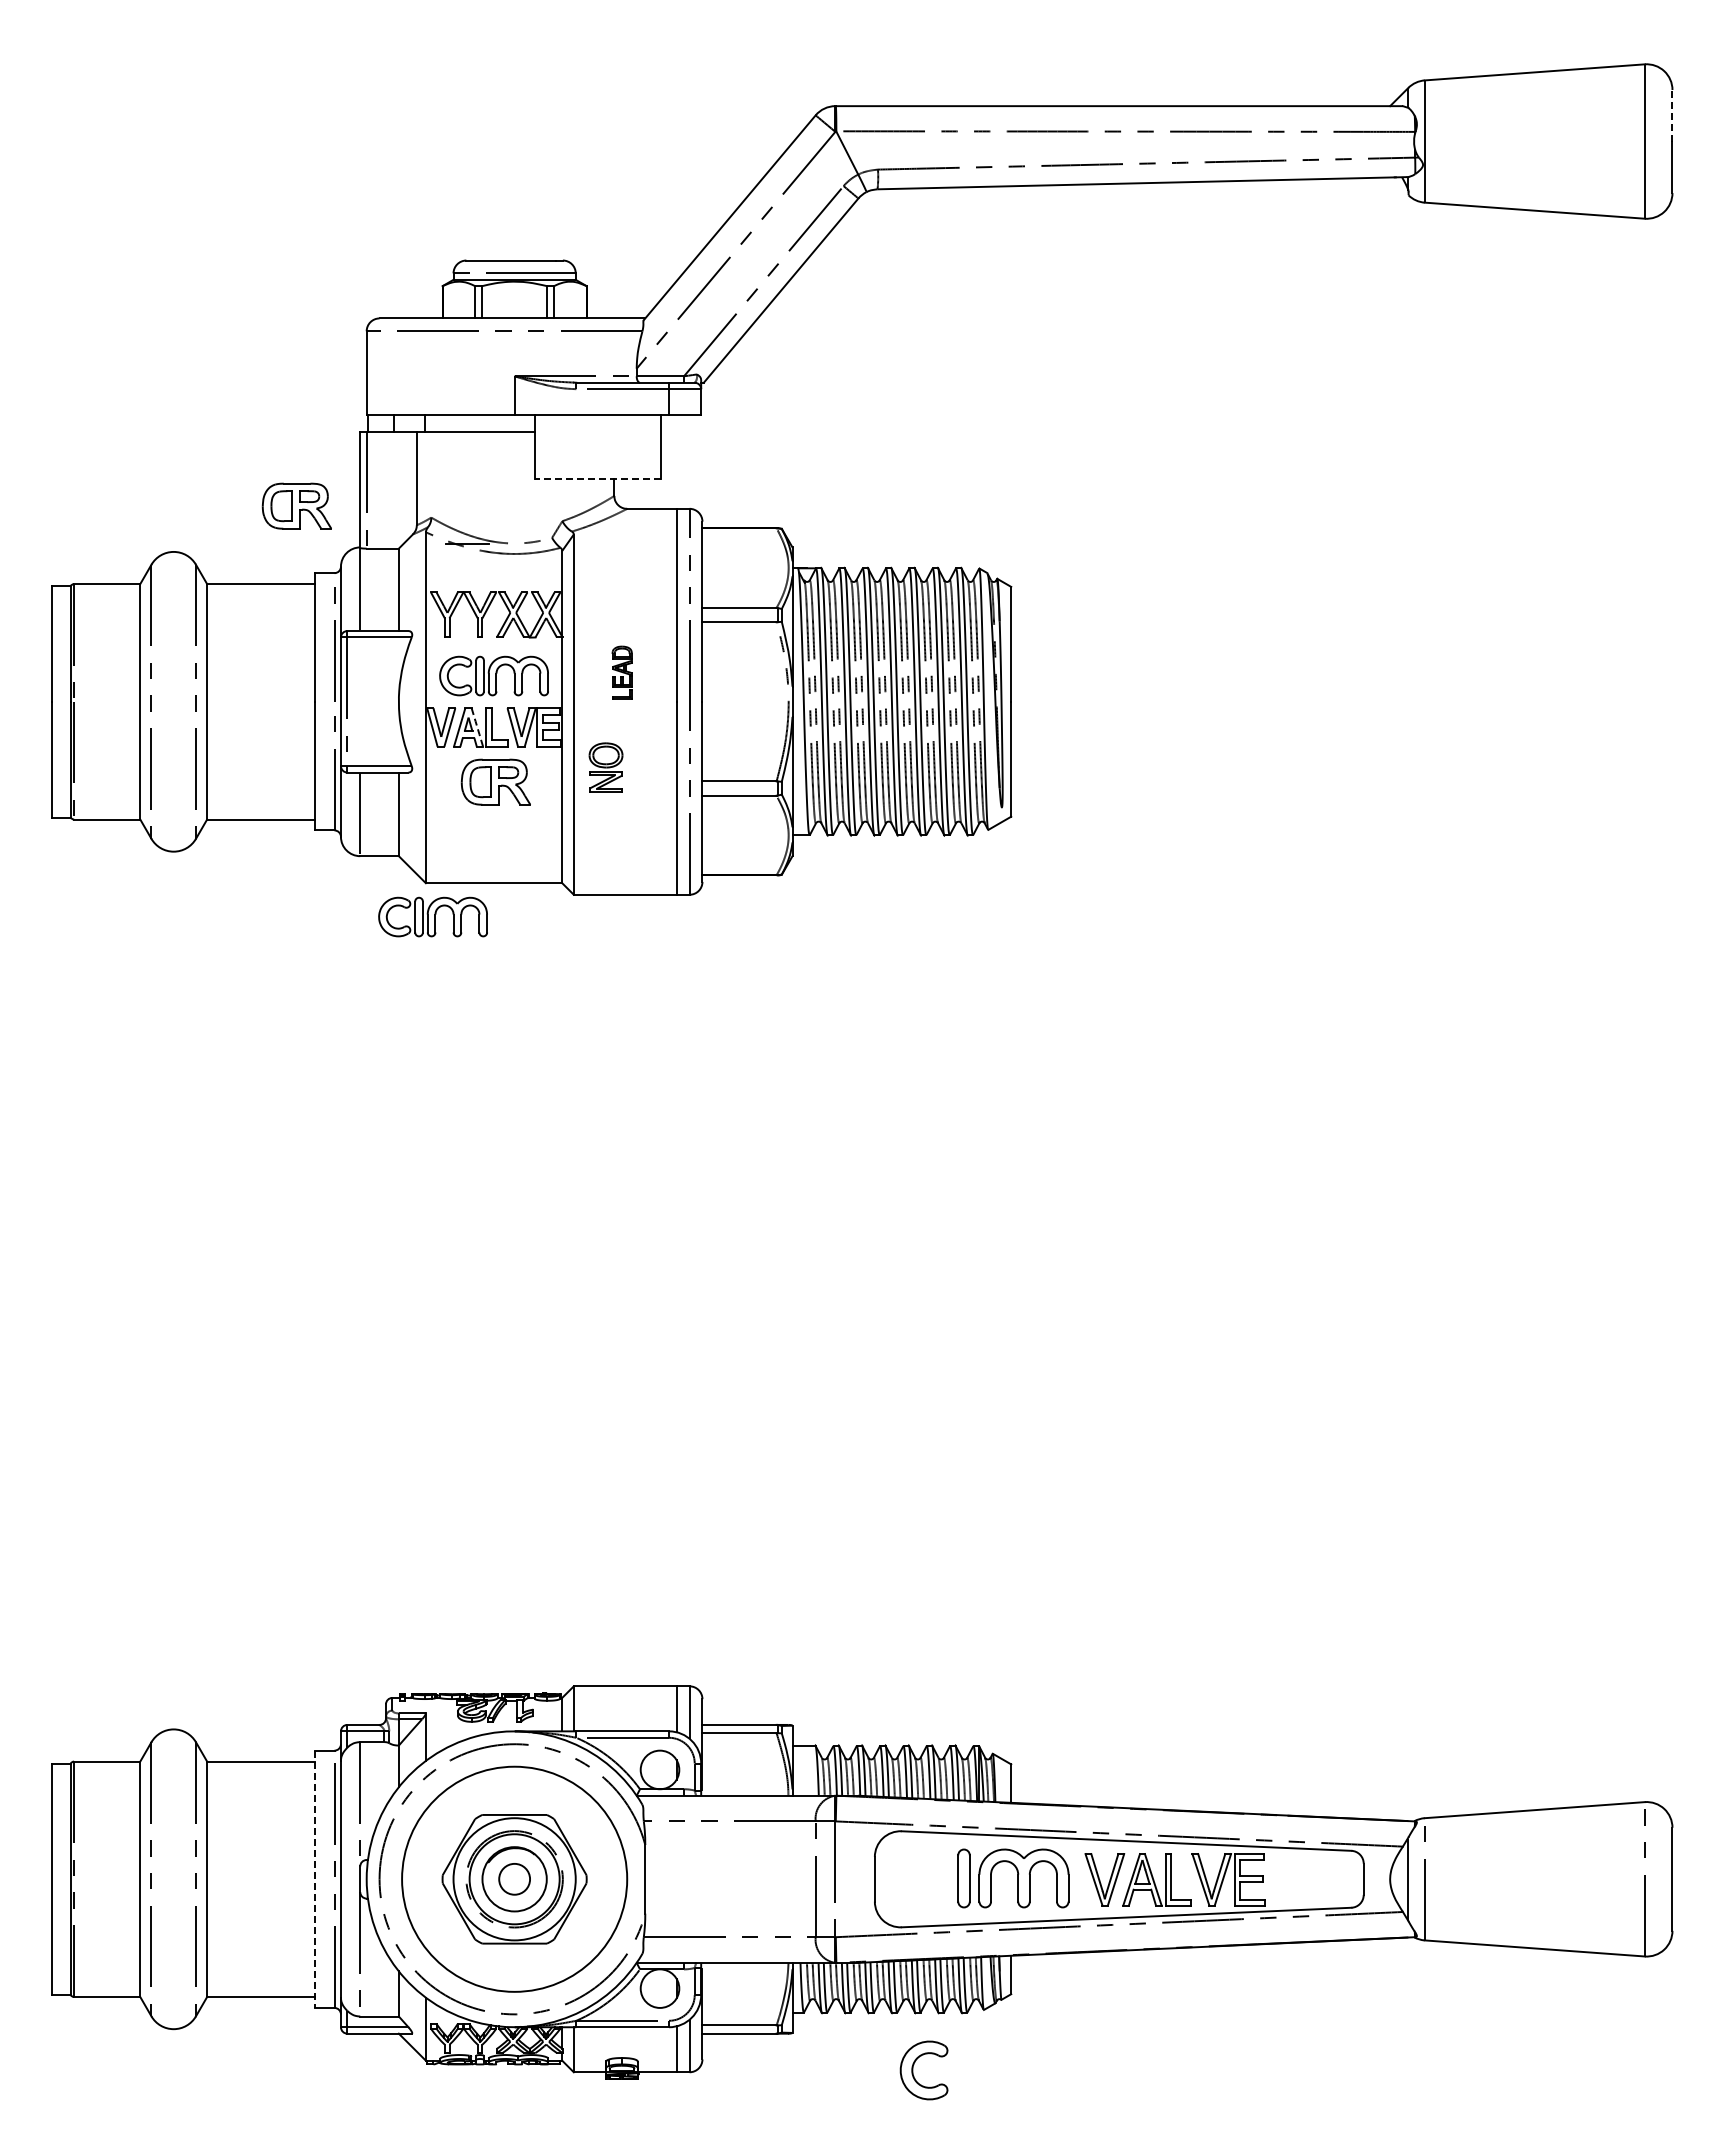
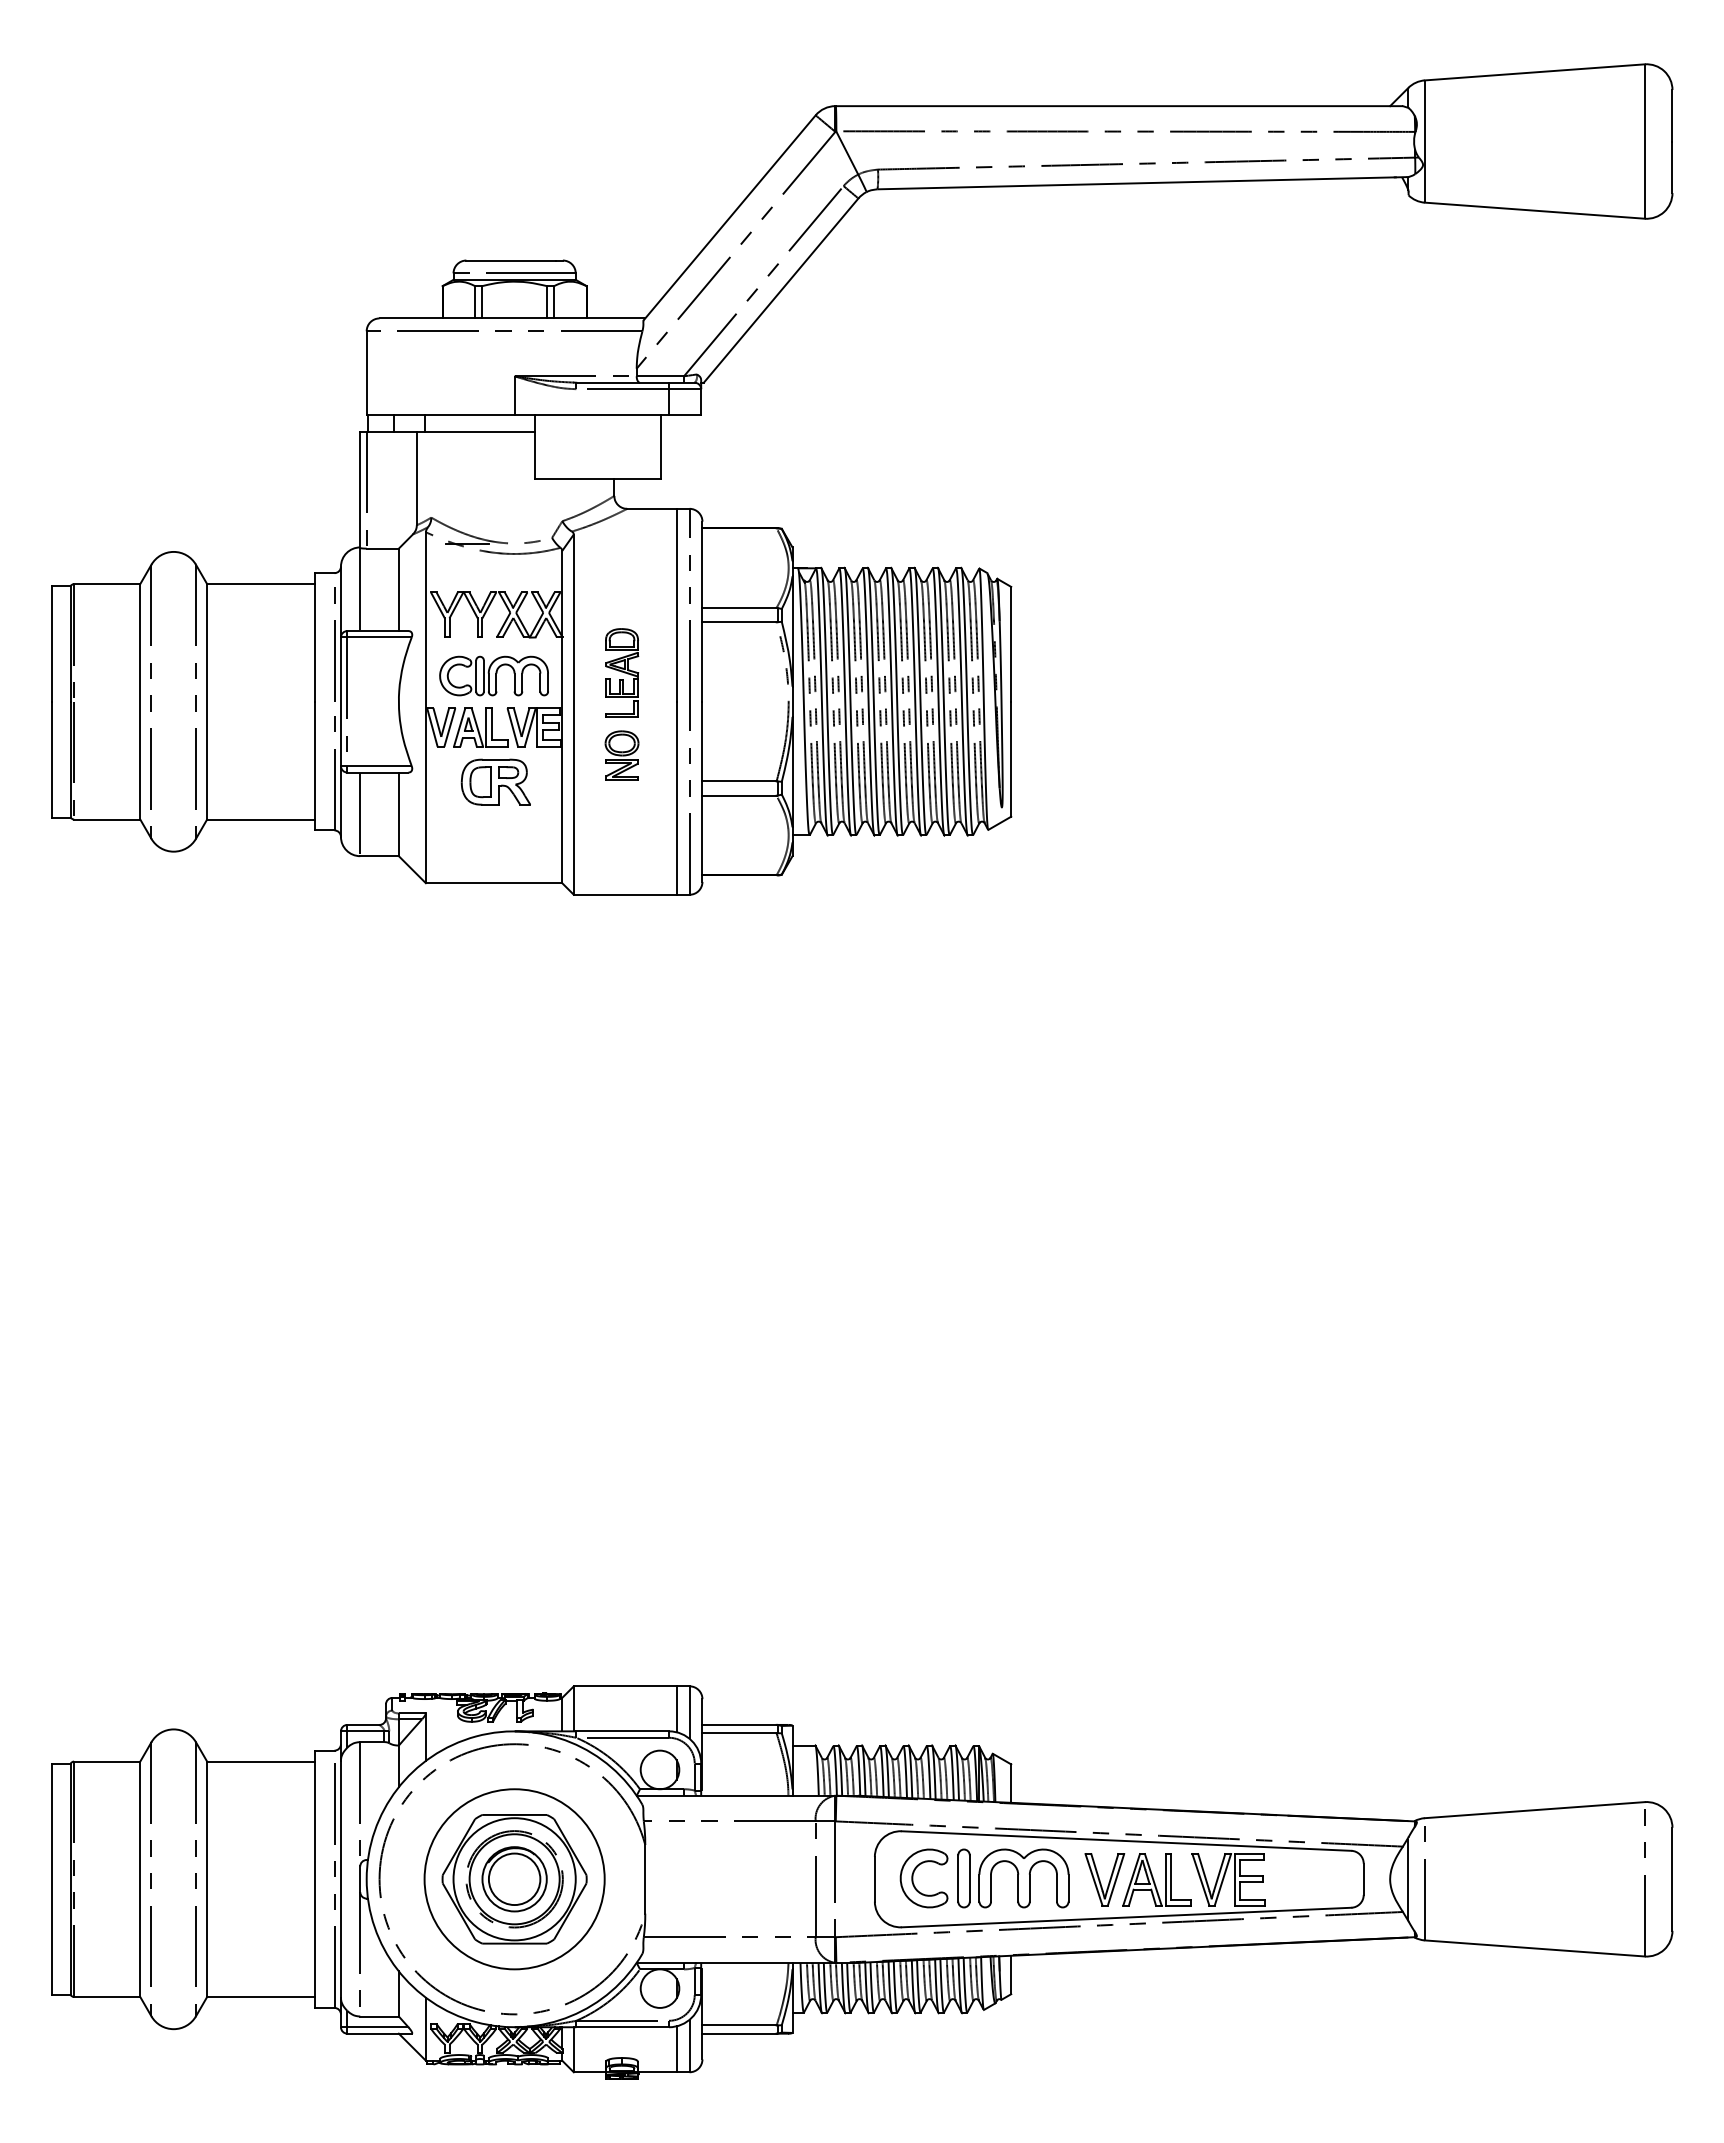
line at (1672, 115): dashed -> solid
line at (598, 479): dashed -> solid
part at (296, 505): present -> none
part at (621, 672) size: 22x55 px -> 35x90 px
line at (477, 727): dashed -> solid
part at (605, 767) position: (605, 767) -> (621, 755)
part at (432, 916): present -> none
circle at (514, 1878) diameter: 225 px -> 180 px
circle at (514, 1878) diameter: 31 px -> 51 px
line at (315, 1879): dashed -> solid
part at (913, 2070) position: (913, 2070) -> (913, 1878)
